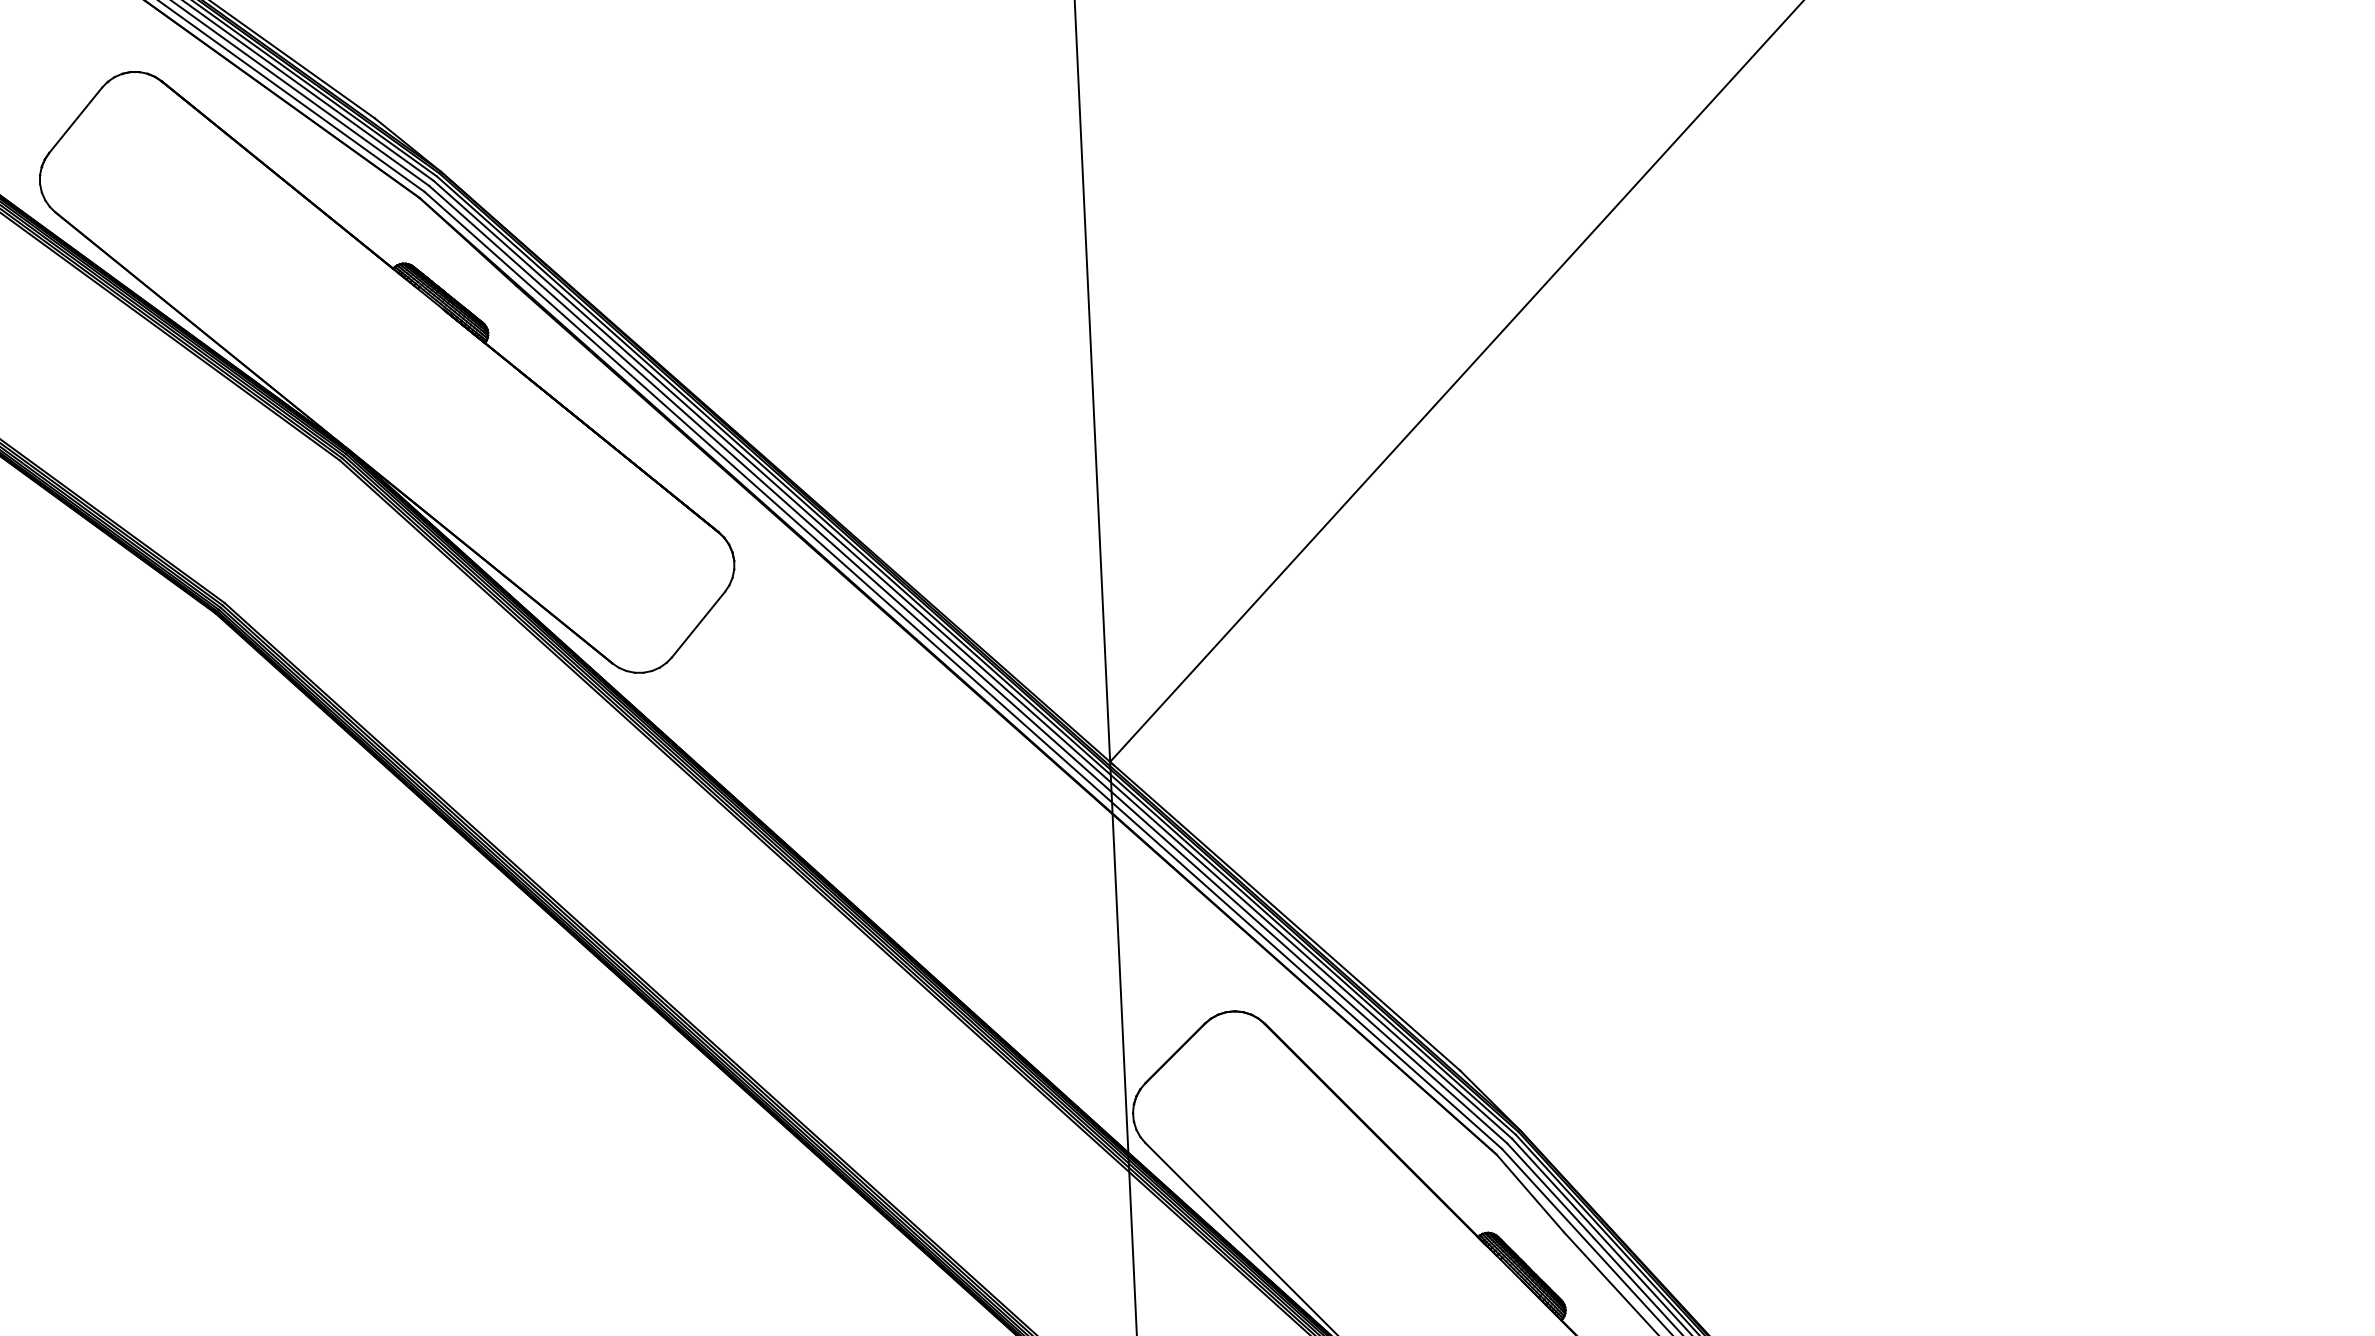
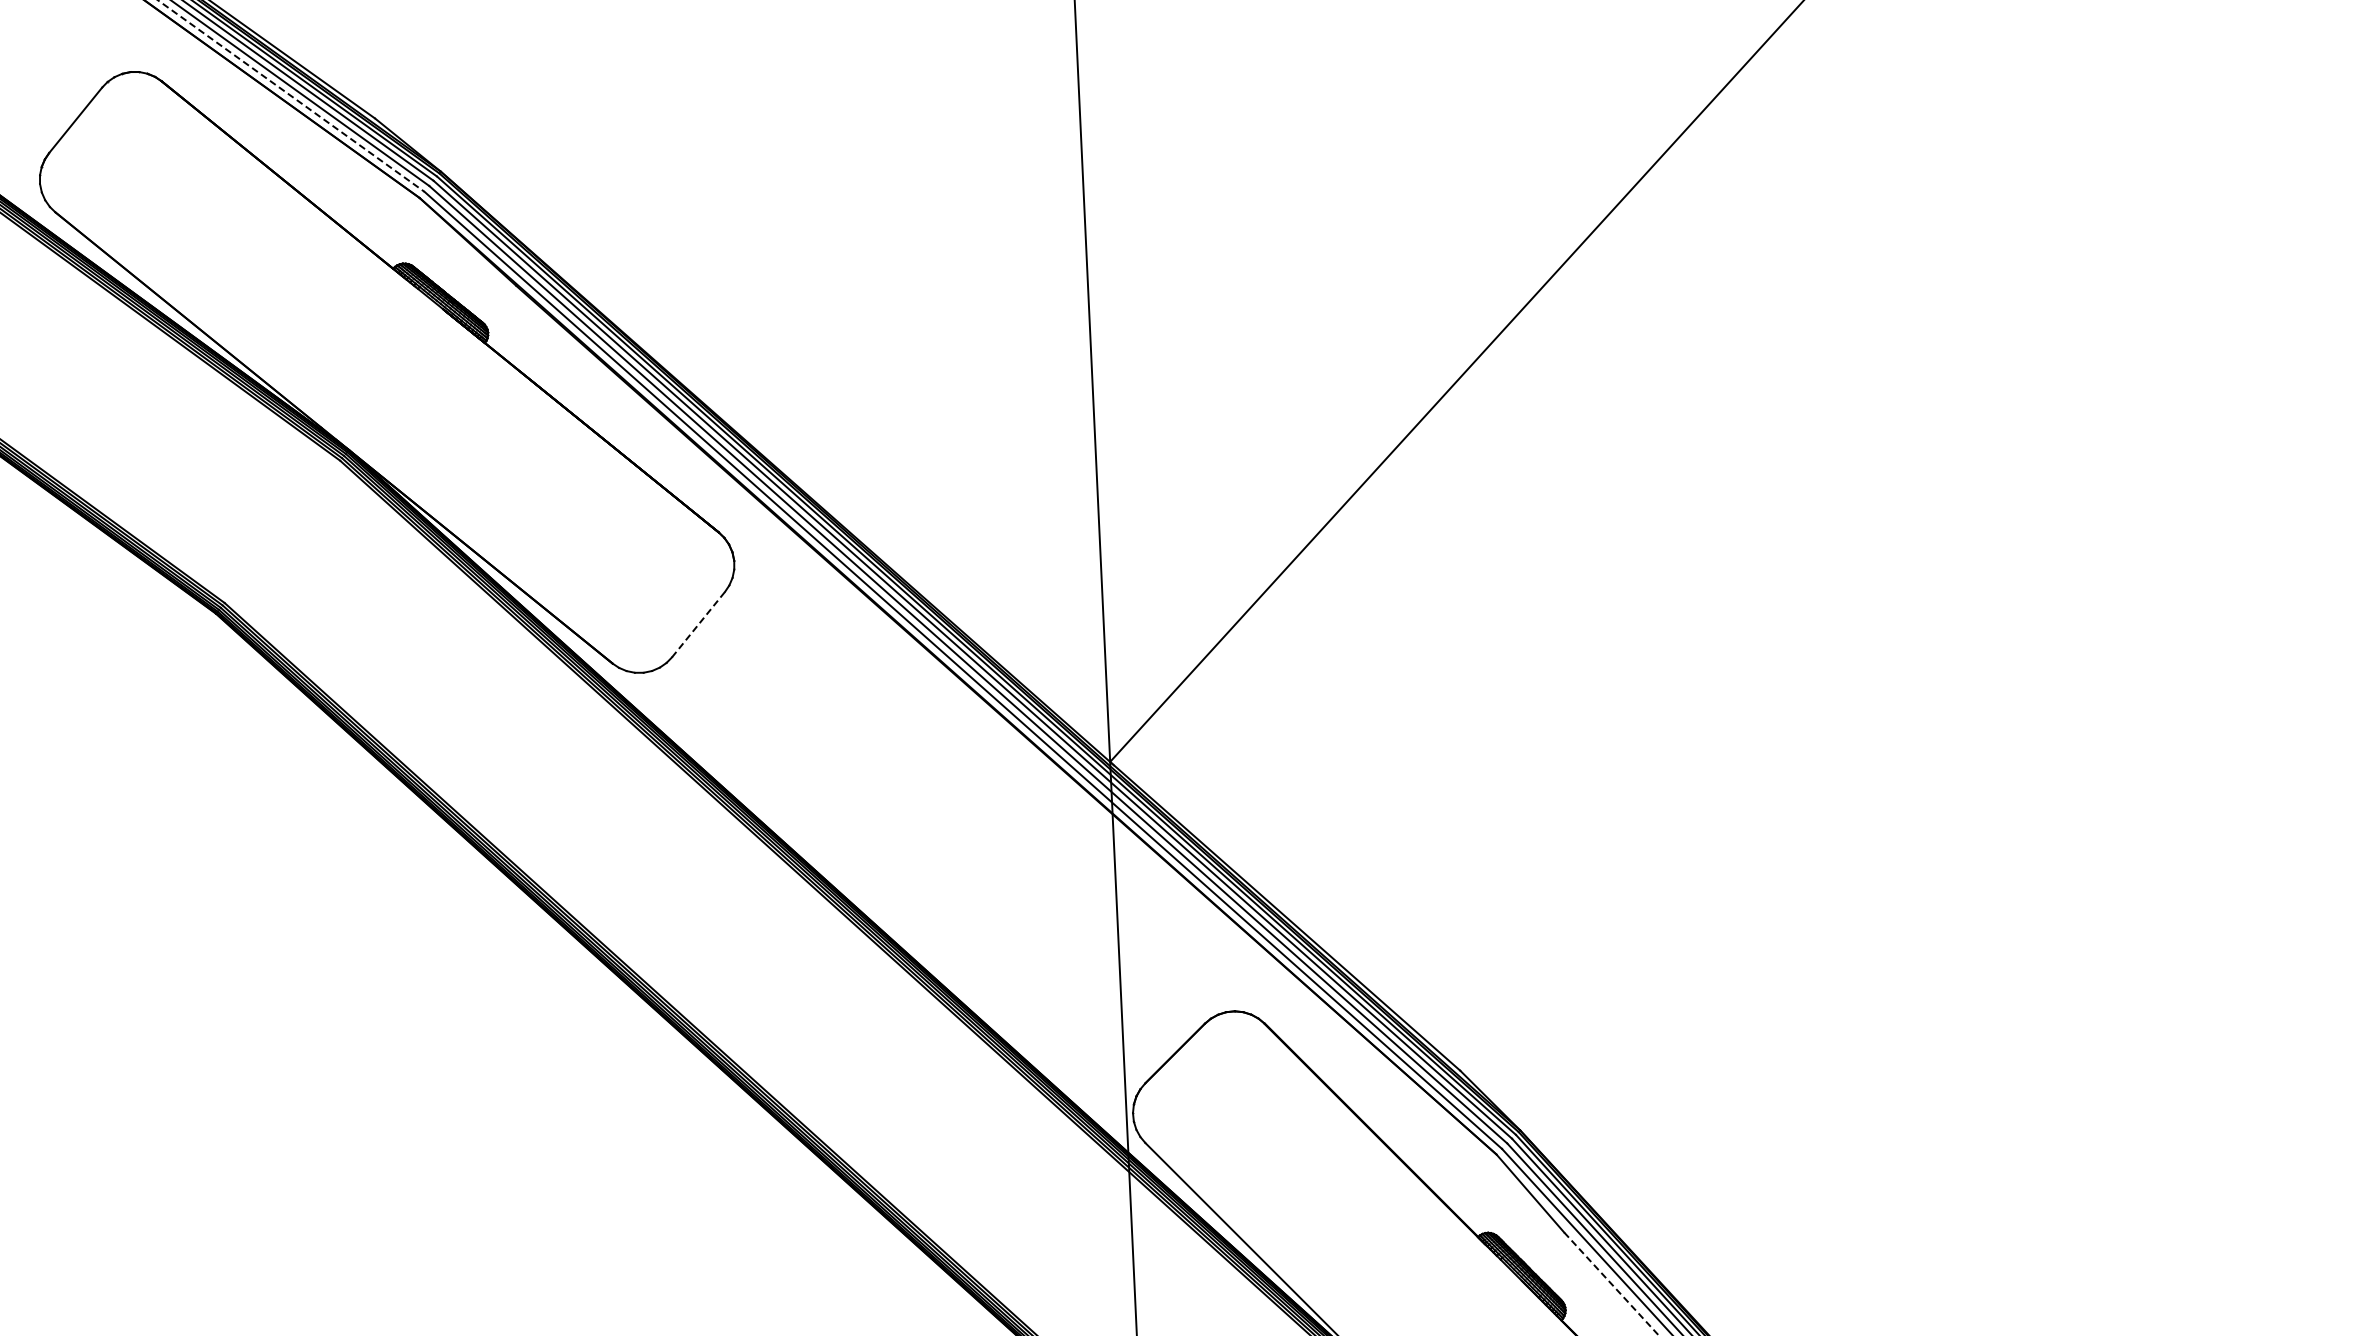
line at (291, 96): solid -> dashed
line at (698, 624): solid -> dashed
line at (1611, 1283): solid -> dashed
